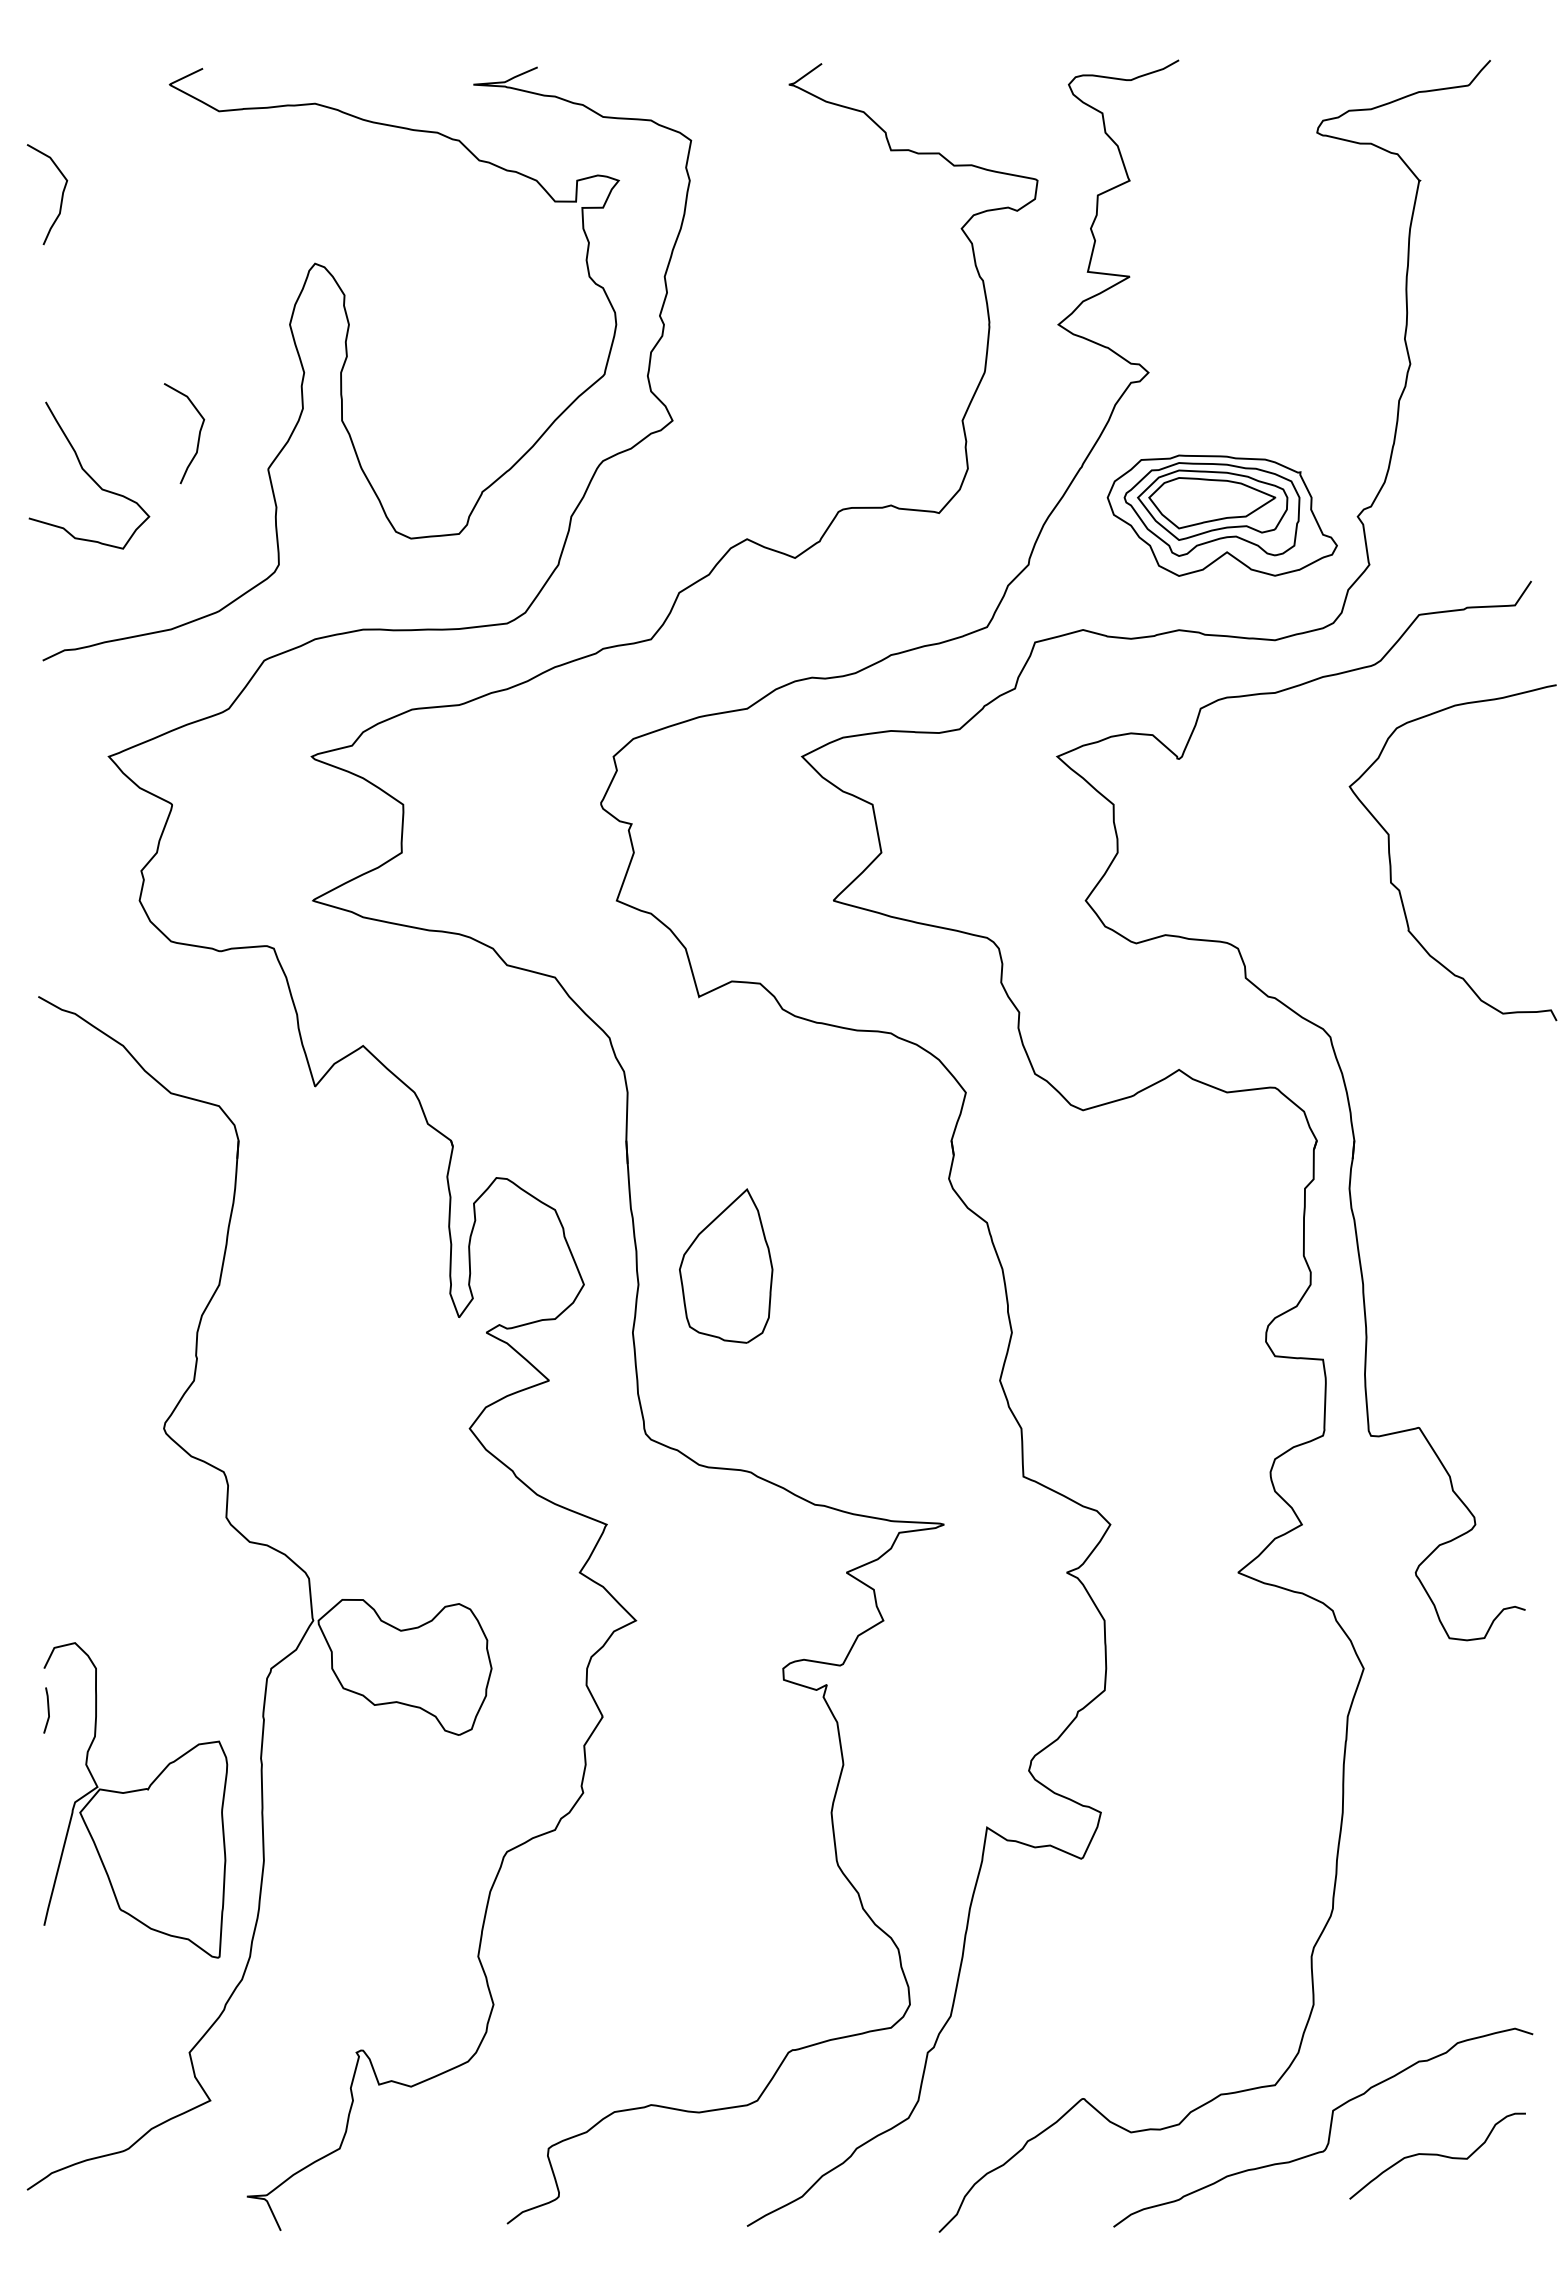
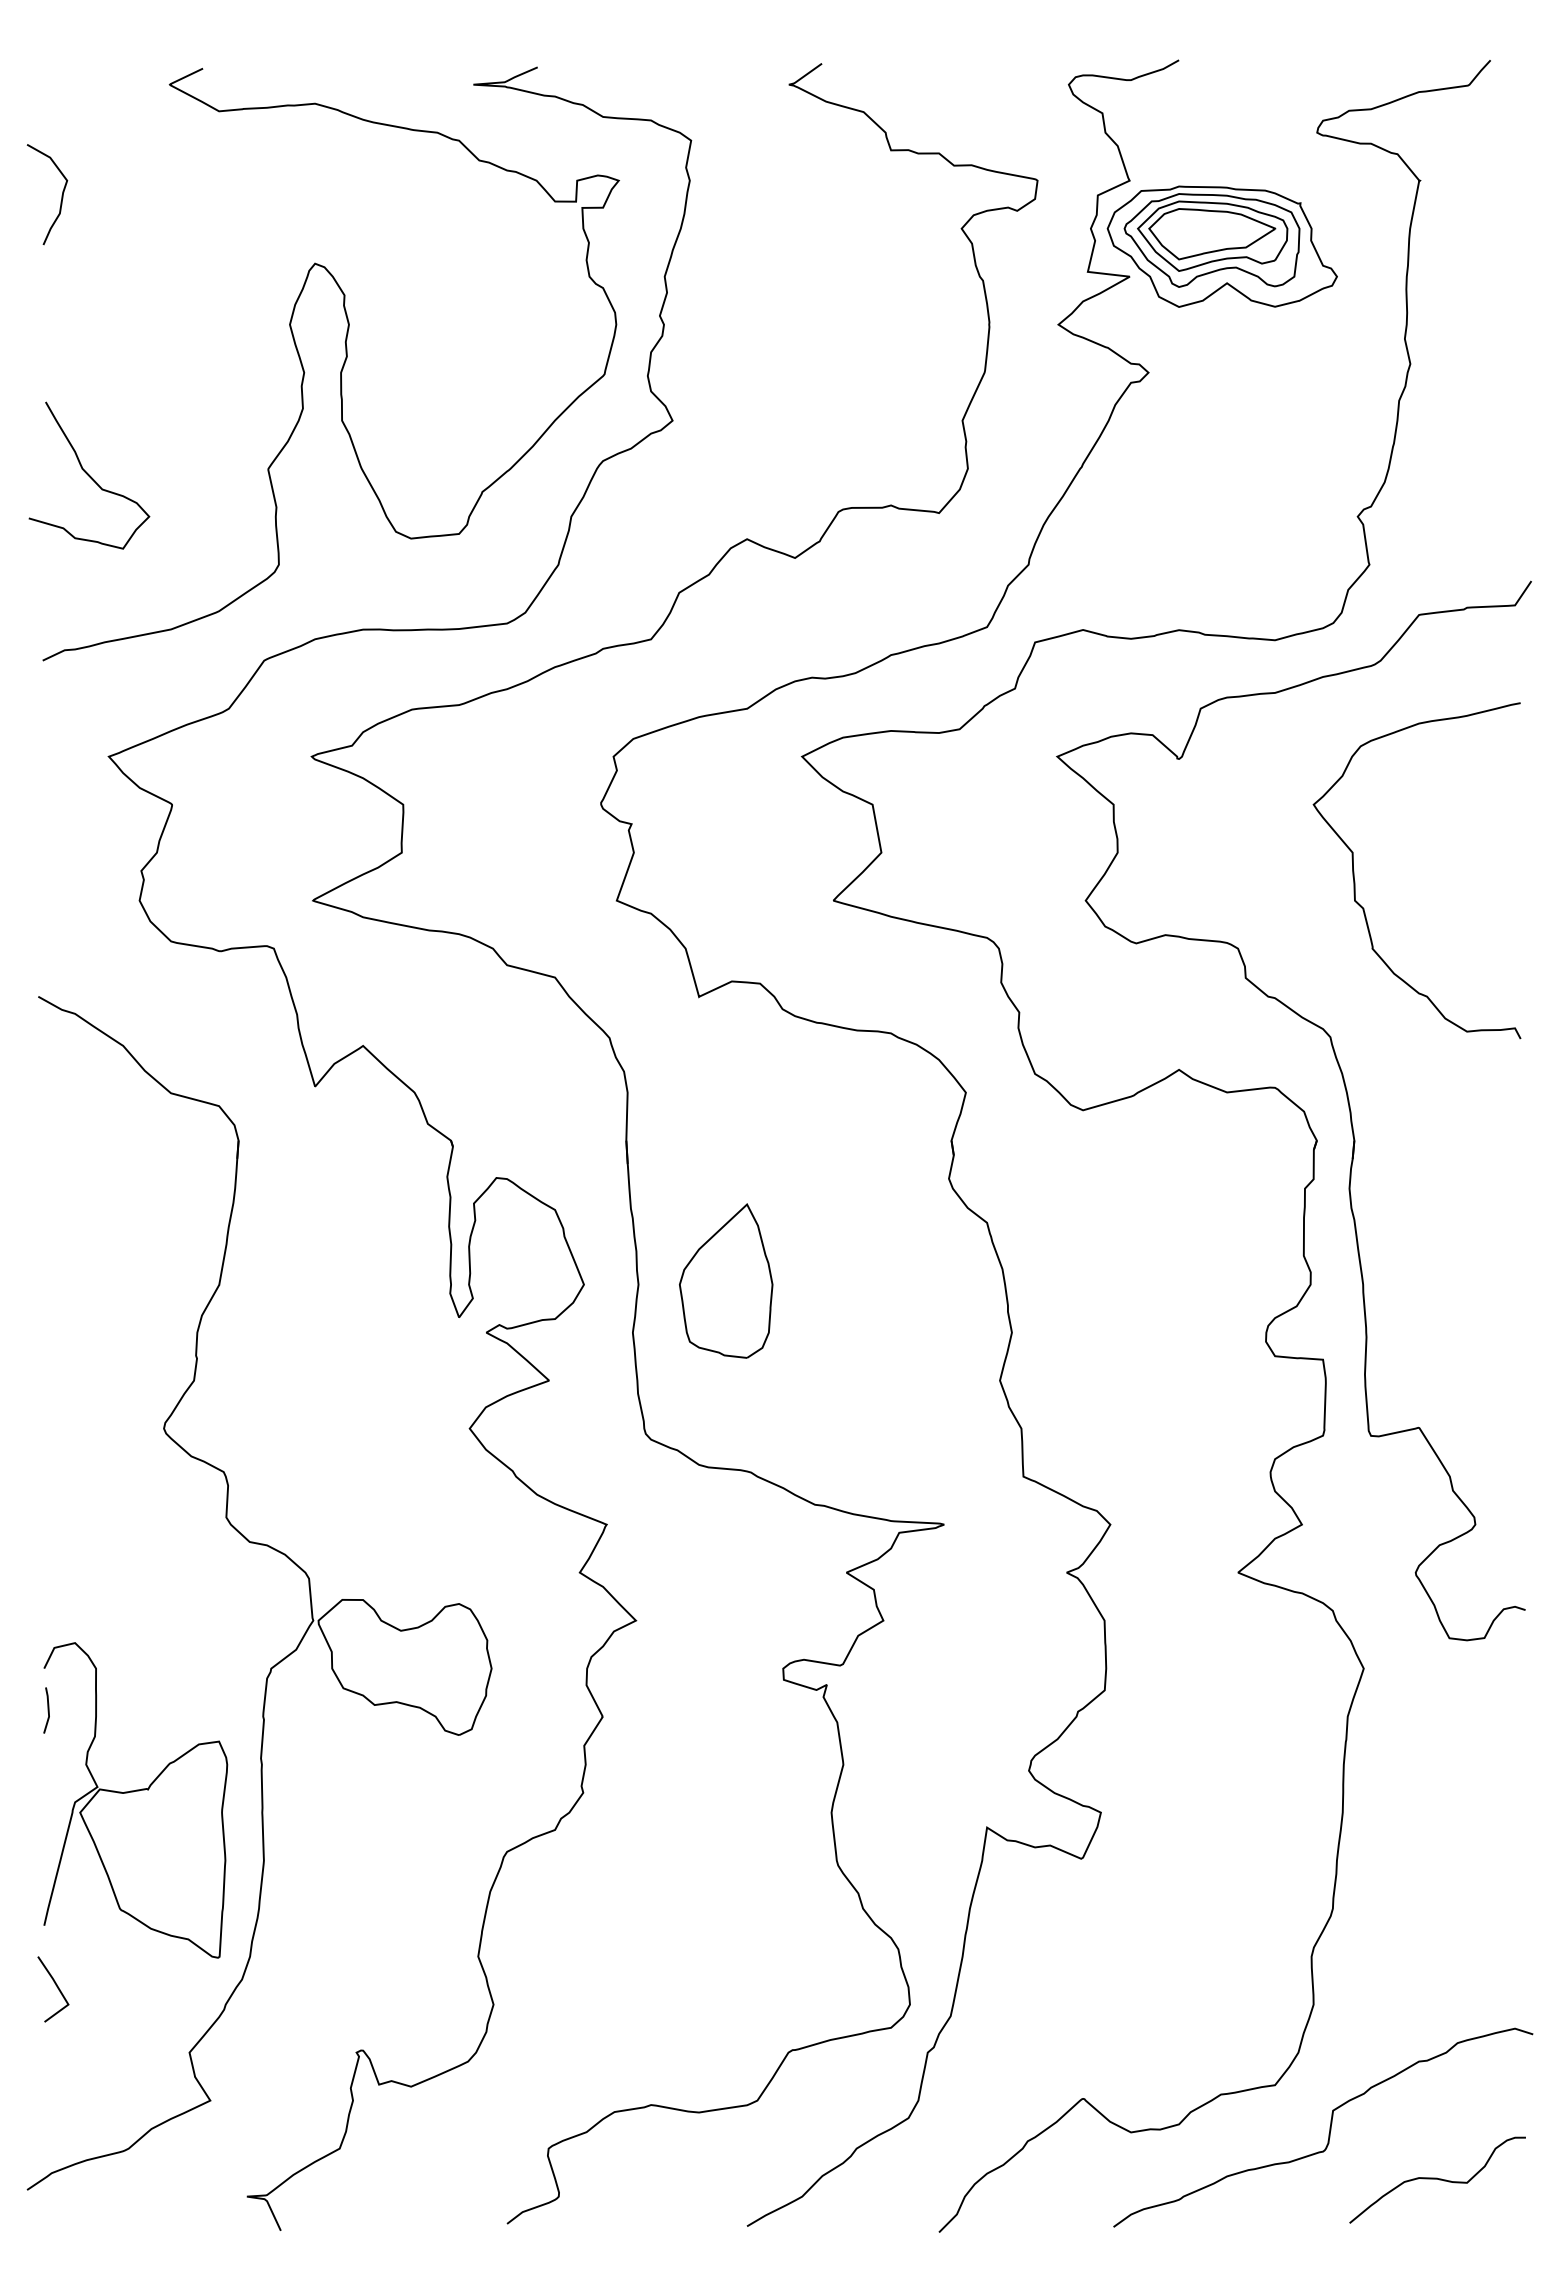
curve at (198, 434): present -> none
part at (1221, 515) position: (1221, 515) -> (1221, 246)
curve at (1391, 863) position: (1391, 863) -> (1355, 881)
part at (726, 1265) position: (726, 1265) -> (726, 1280)
line at (57, 1988): none -> present
curve at (1437, 2155) position: (1437, 2155) -> (1437, 2179)
